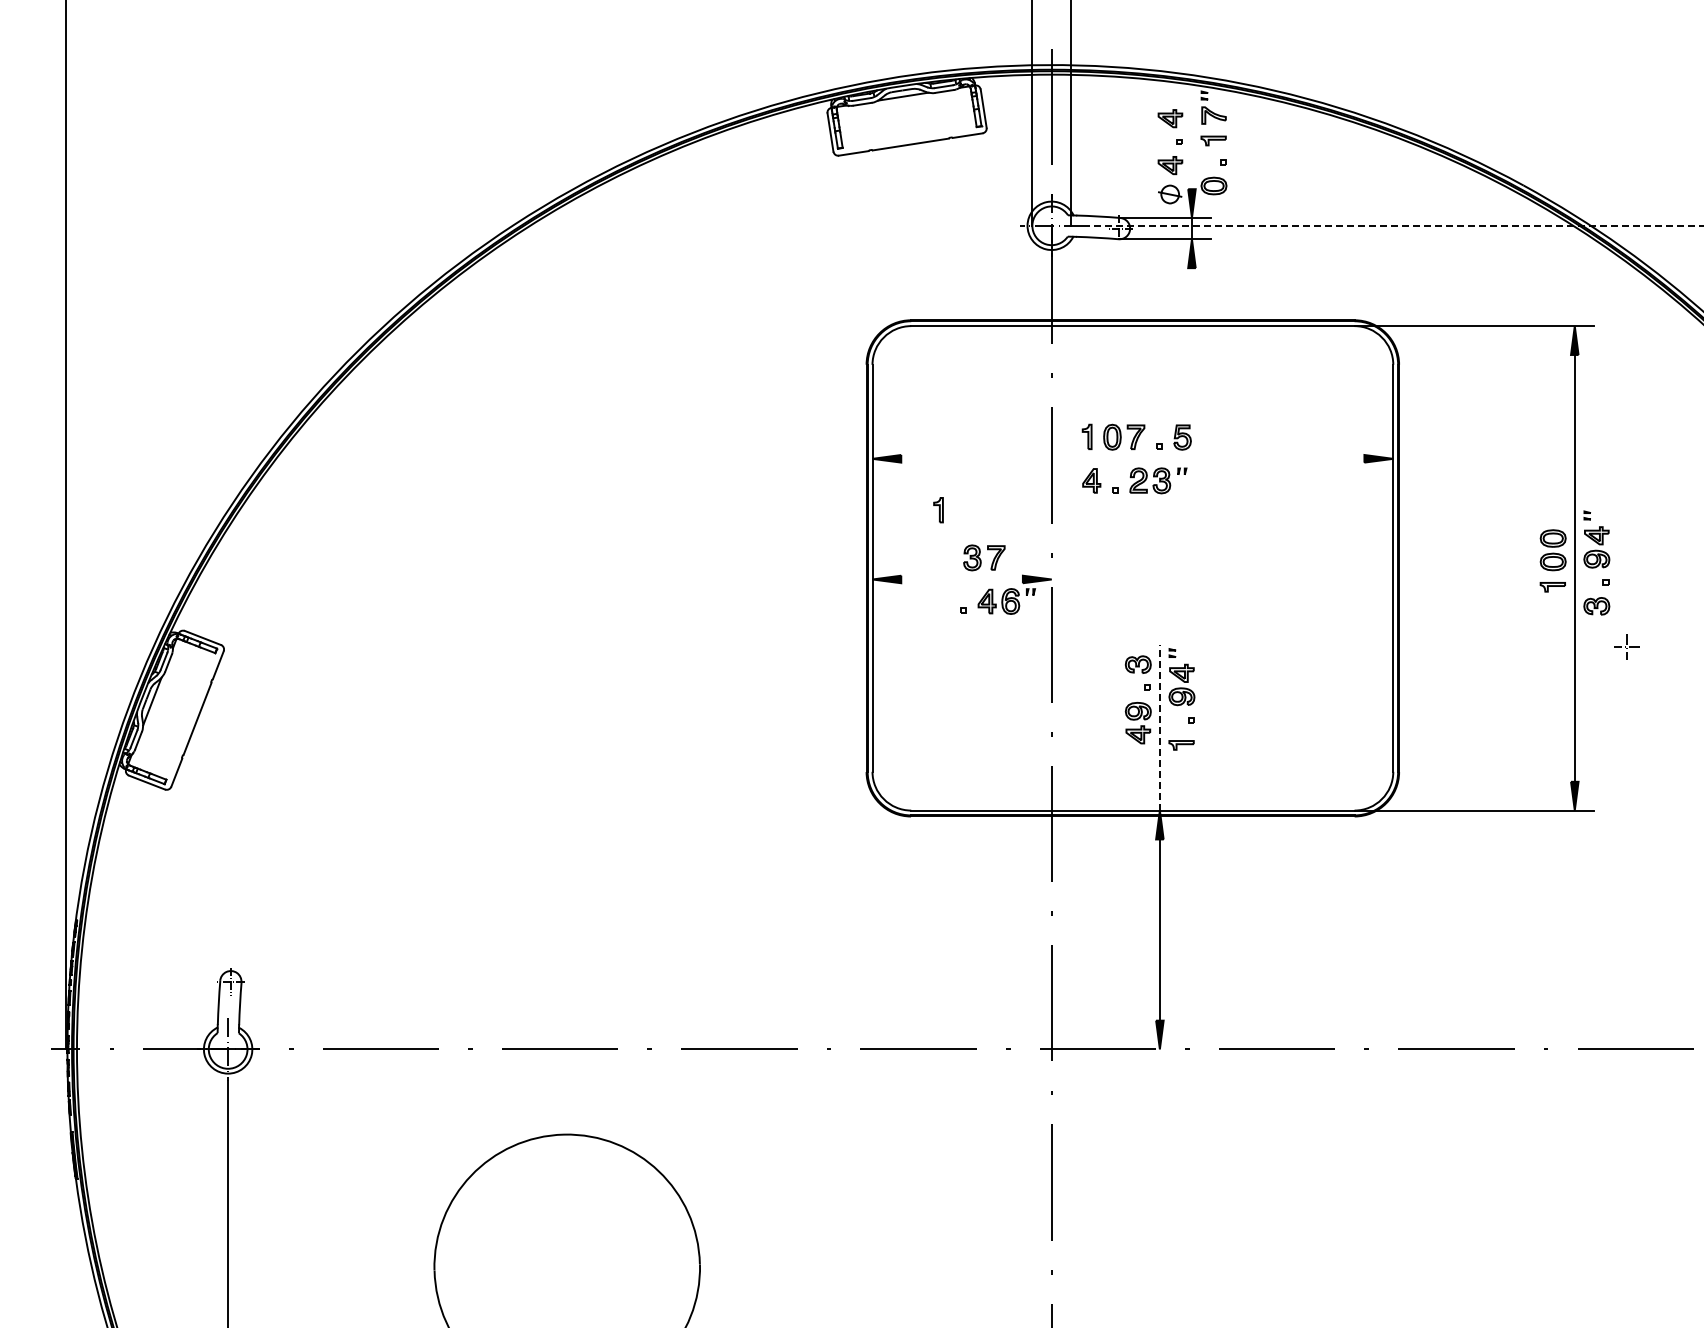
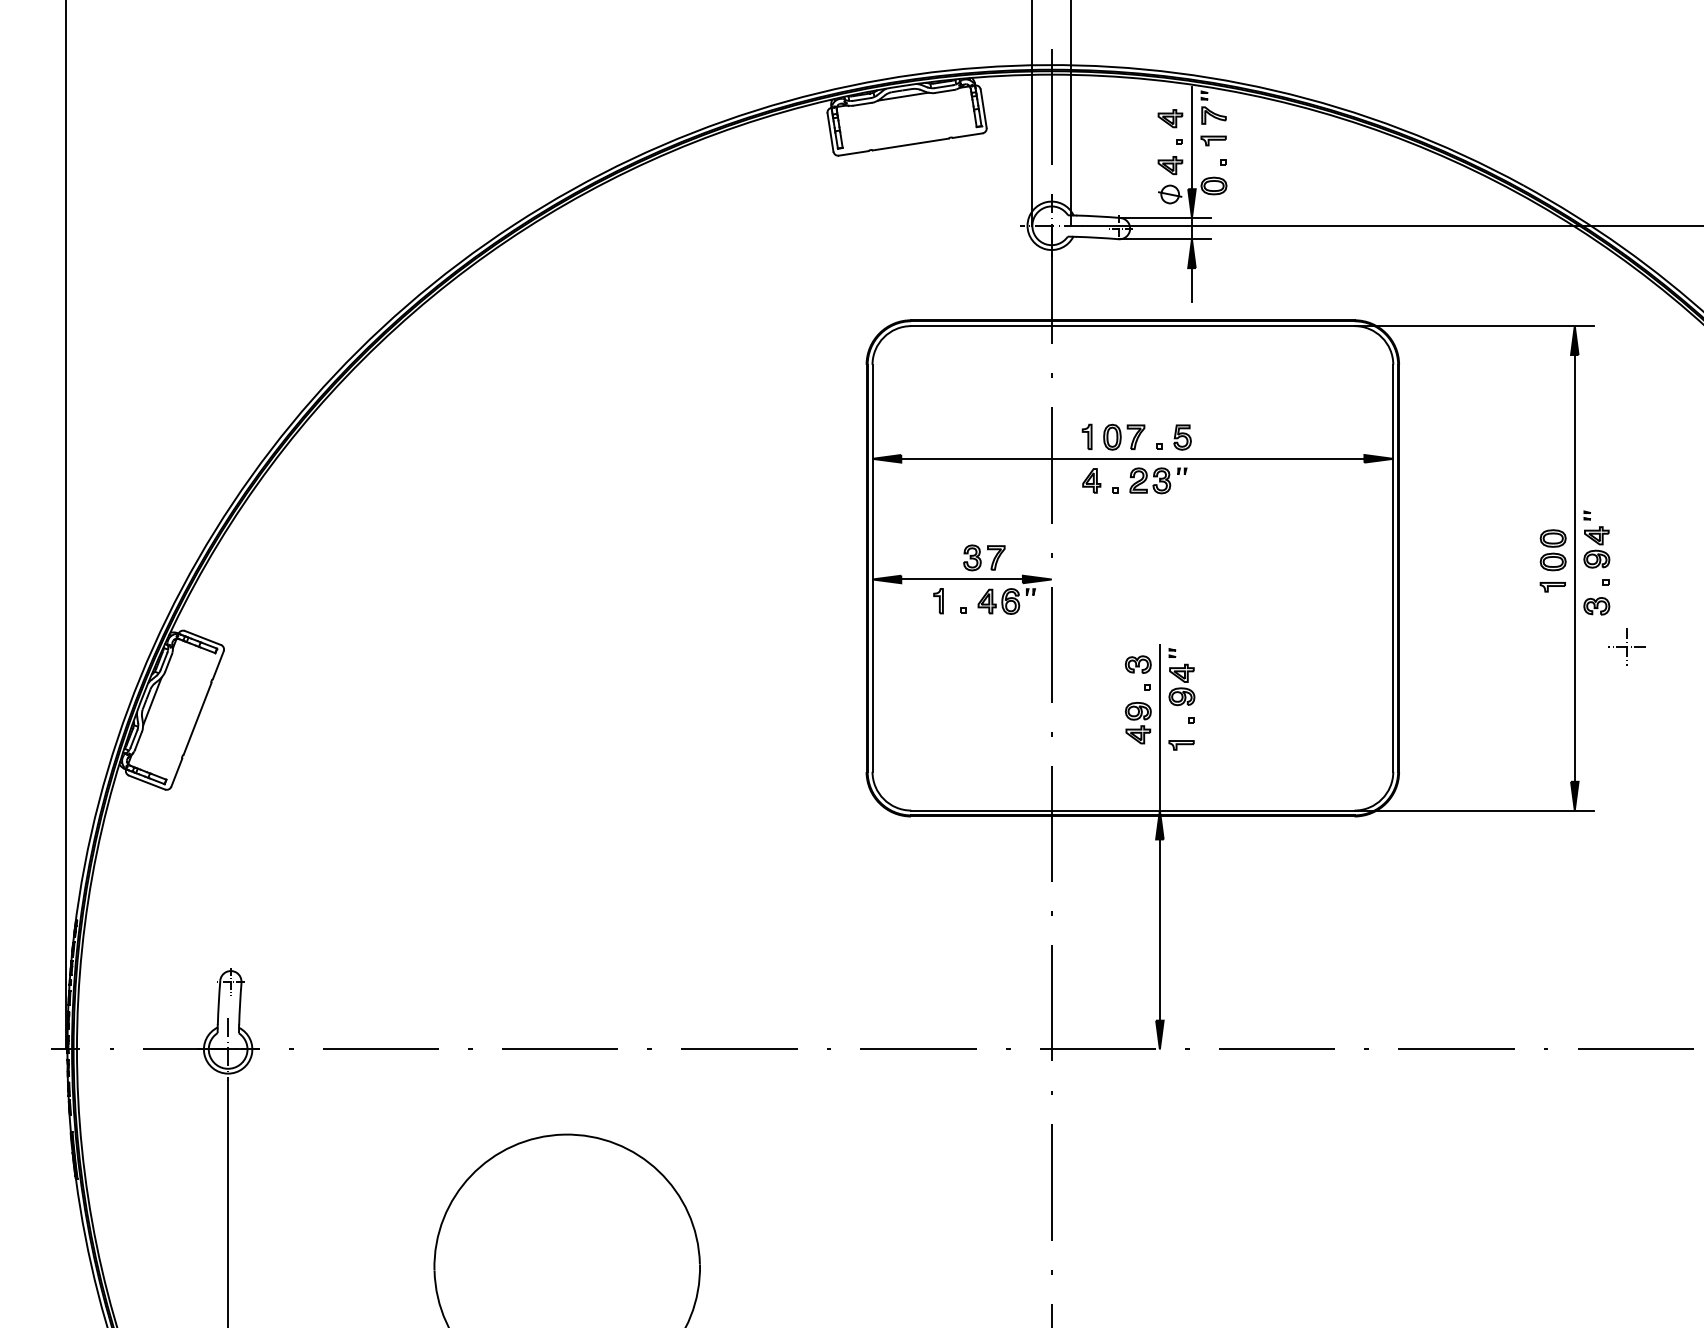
line at (1191, 138): none -> present
line at (1393, 225): dashed -> solid
line at (1191, 285): none -> present
line at (1132, 458): none -> present
part at (938, 510) position: (938, 510) -> (938, 601)
line at (961, 579): none -> present
part at (1626, 646) size: 26x26 px -> 38x38 px
line at (1159, 727): dashed -> solid
